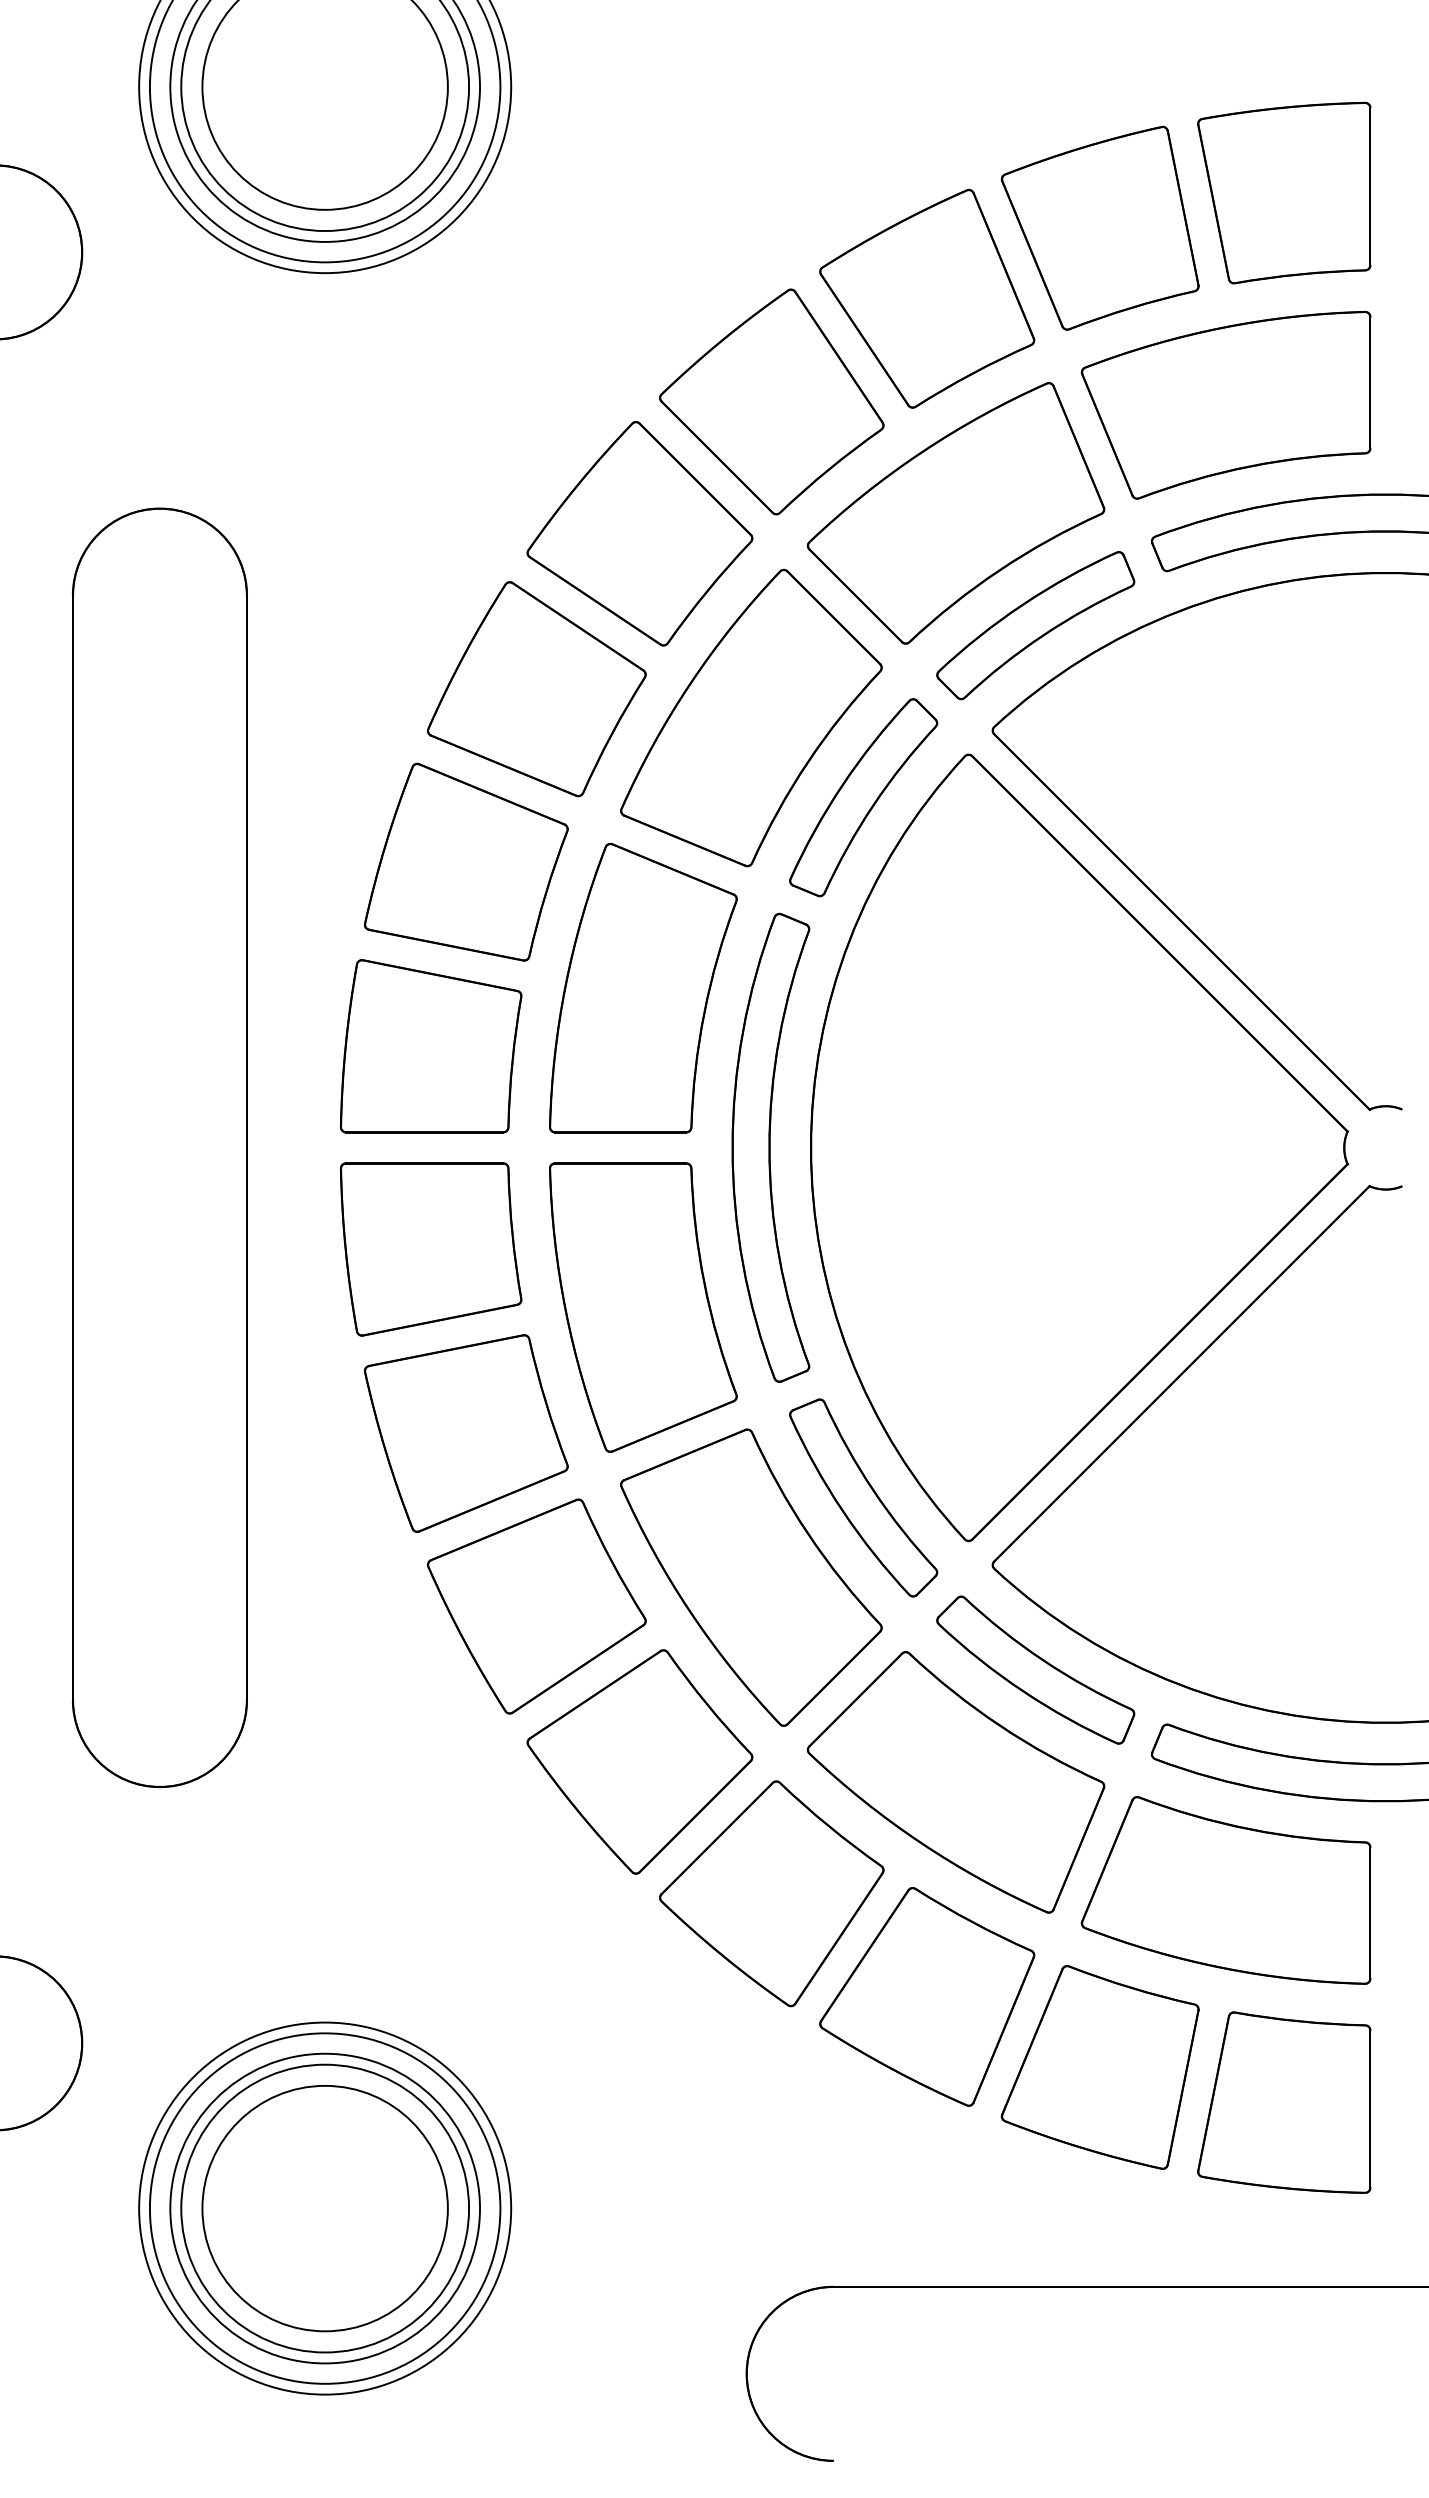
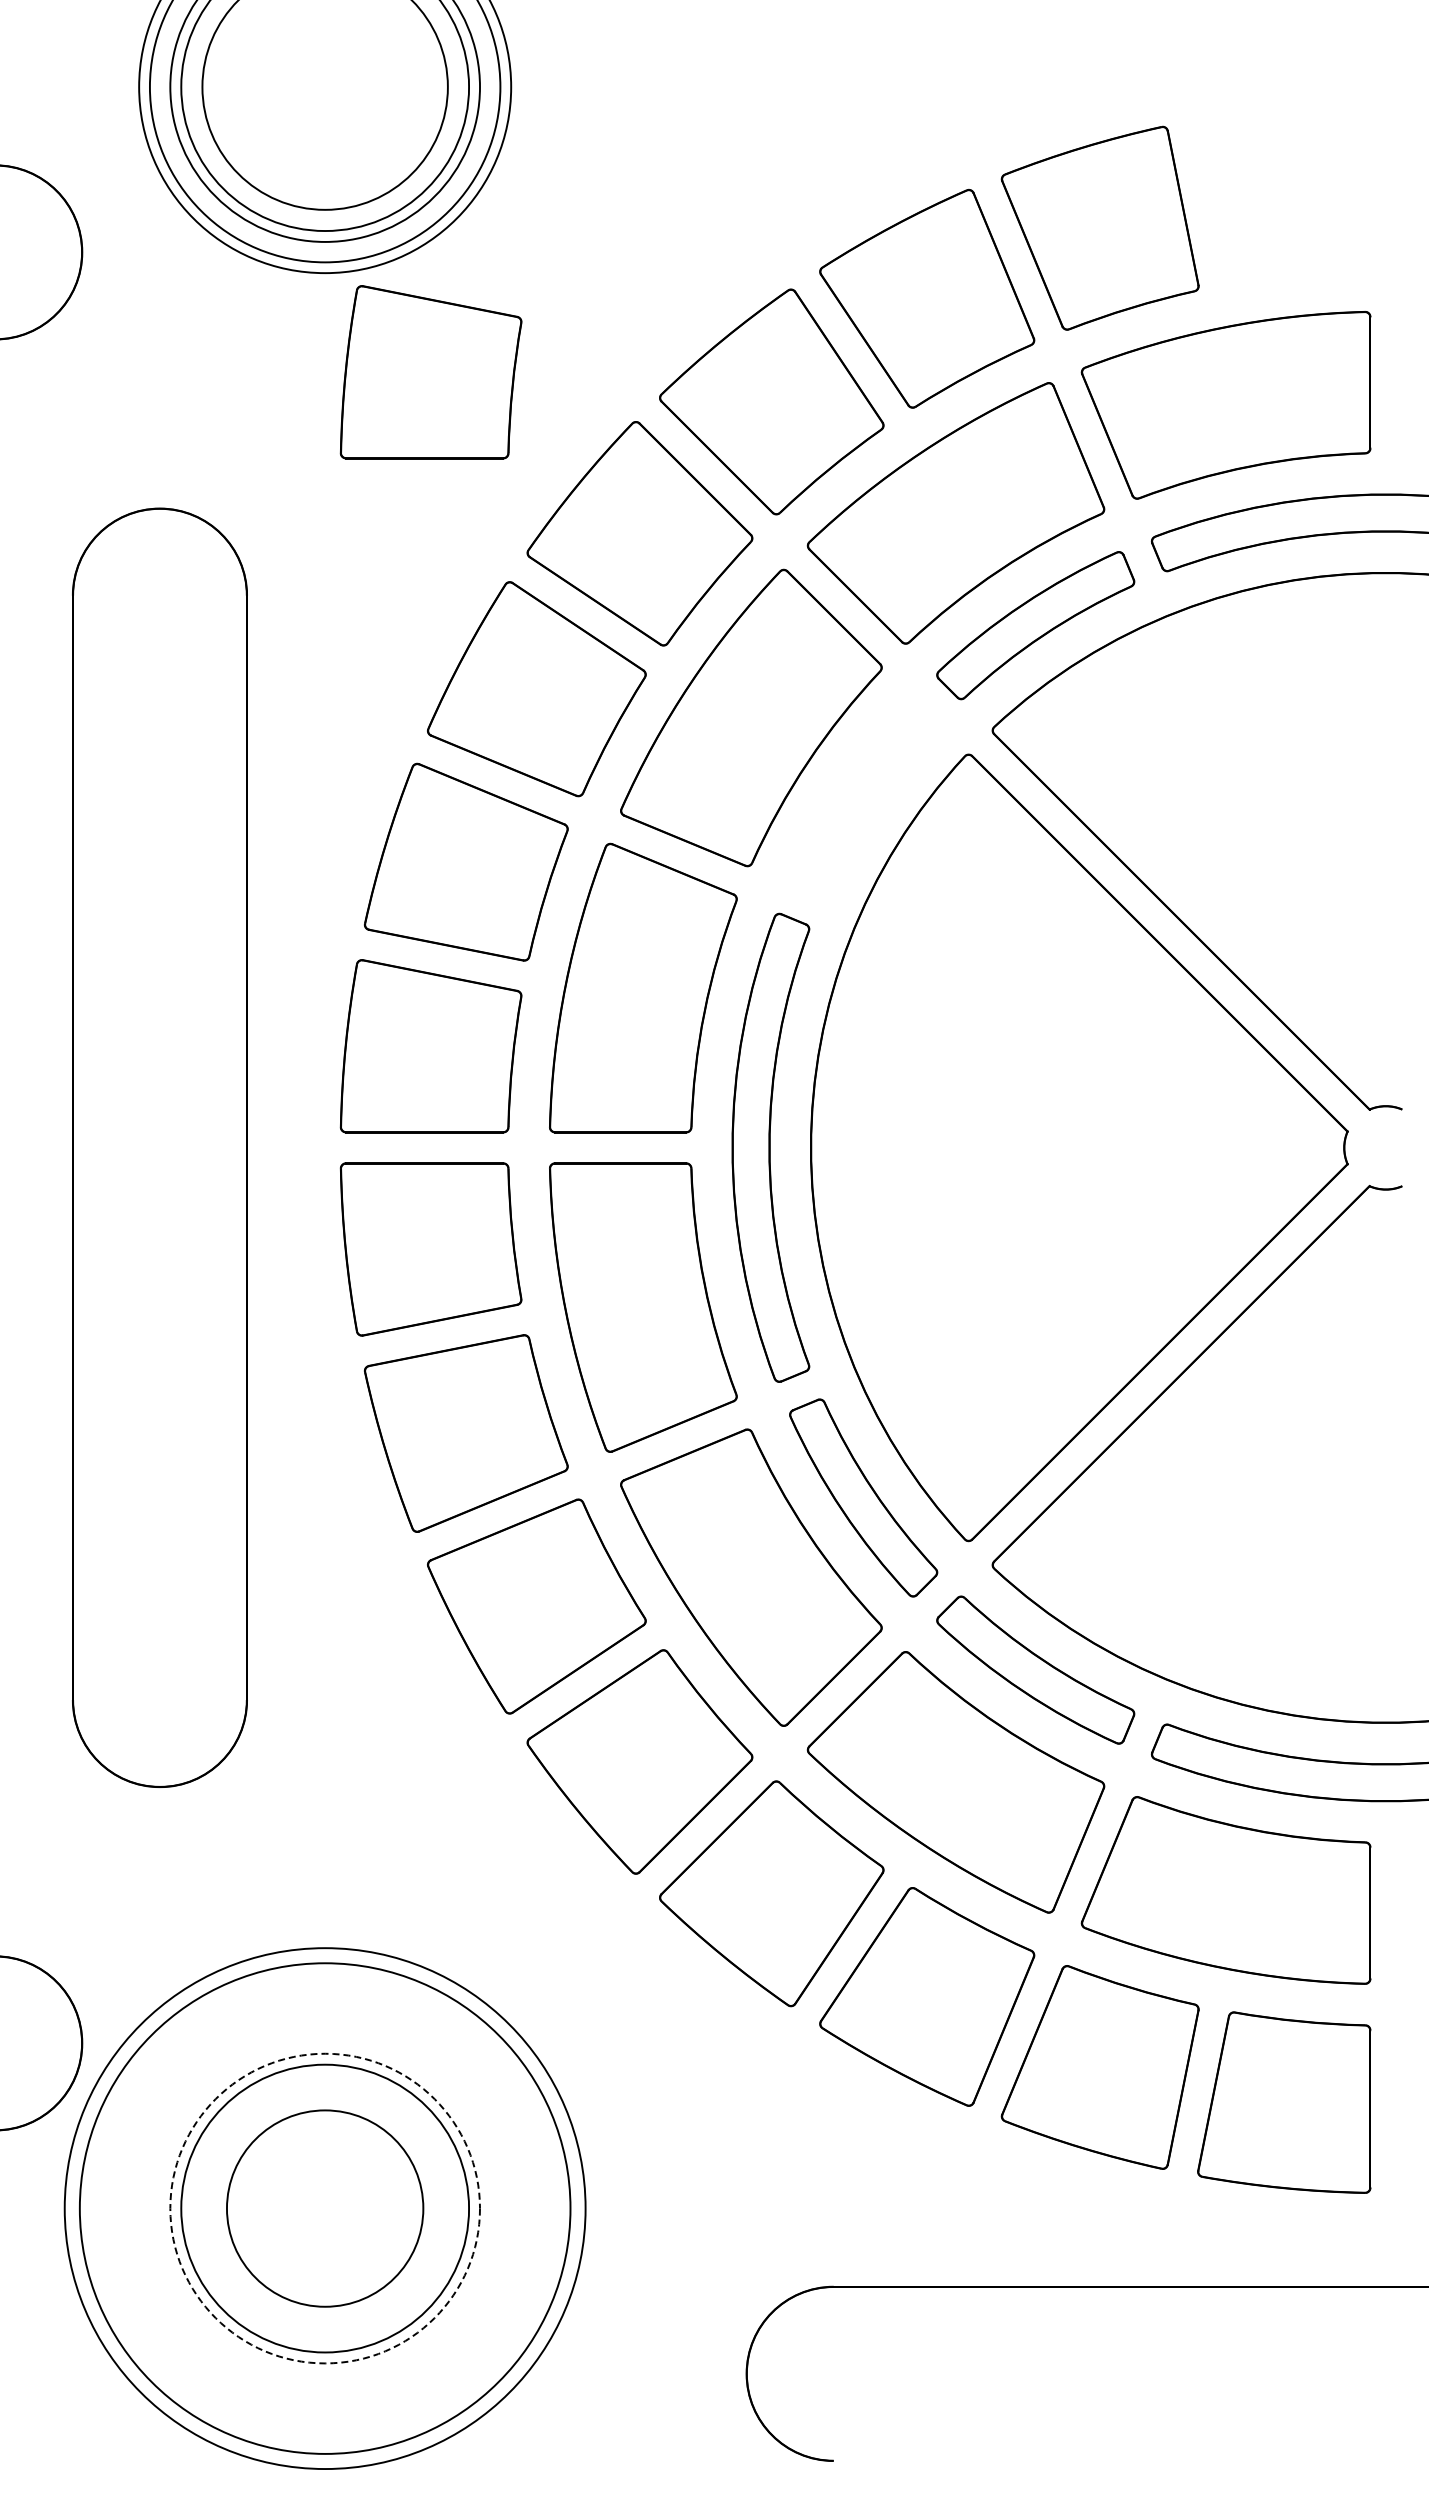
part at (1284, 192): present -> none
part at (430, 372): none -> present
part at (863, 797): present -> none
circle at (324, 2208) diameter: 245 px -> 196 px
circle at (324, 2208) diameter: 350 px -> 491 px
circle at (325, 2208) diameter: 372 px -> 521 px
circle at (325, 2208): solid -> dashed
